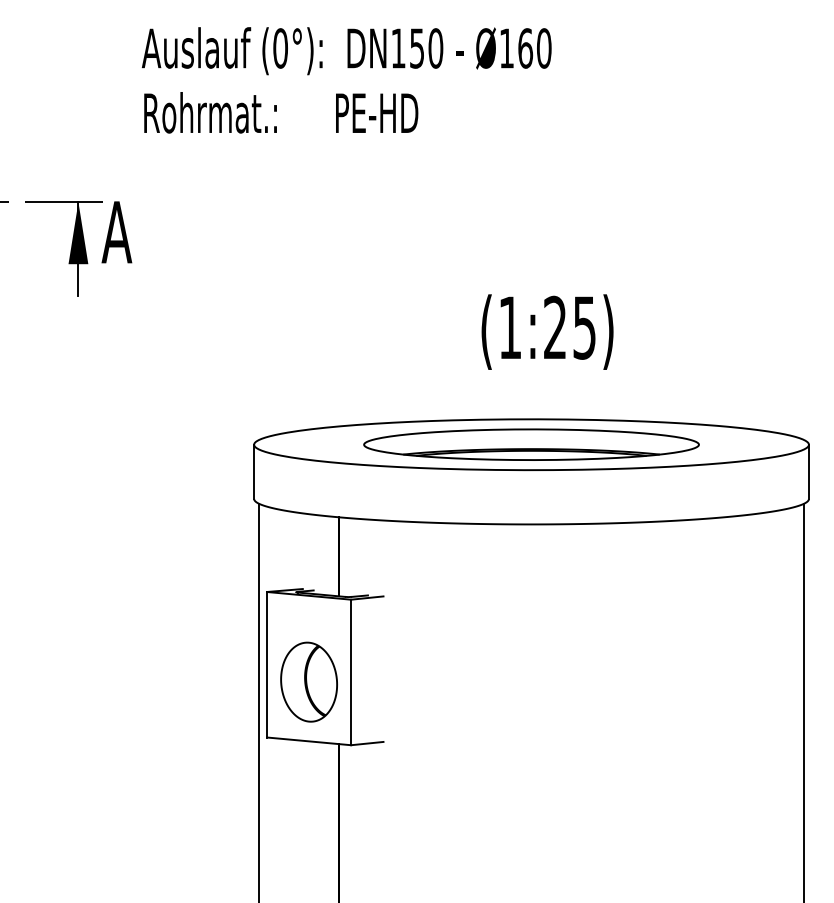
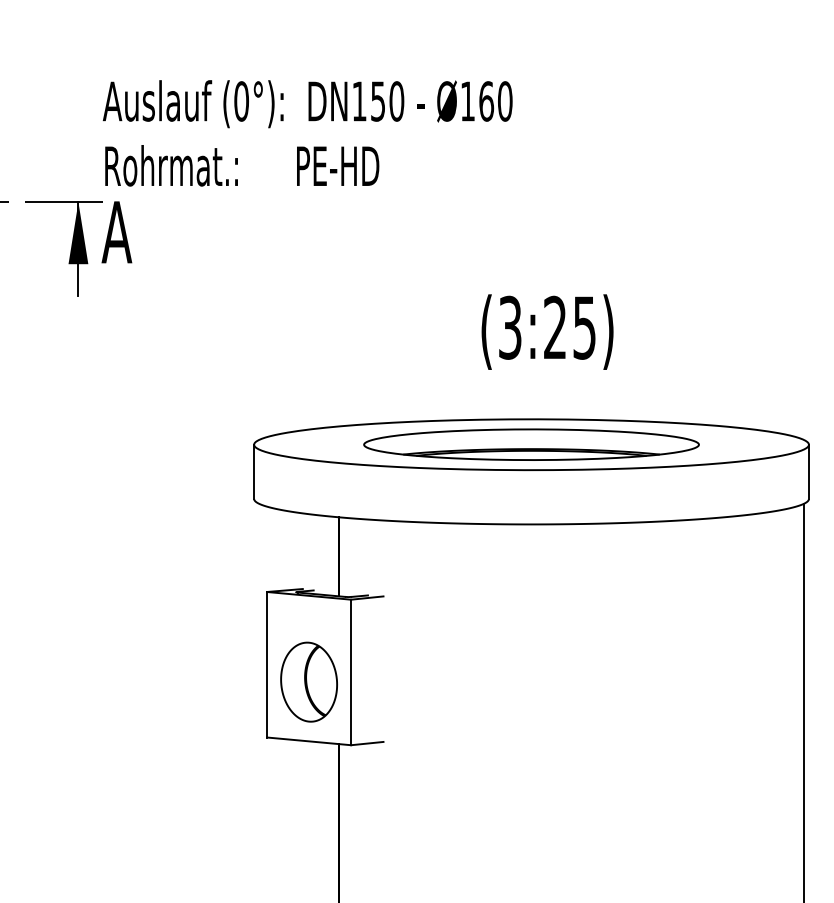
text at (346, 80) position: (346, 80) -> (307, 133)
text at (510, 327): (1:25) -> (3:25)
line at (259, 701): present -> none
